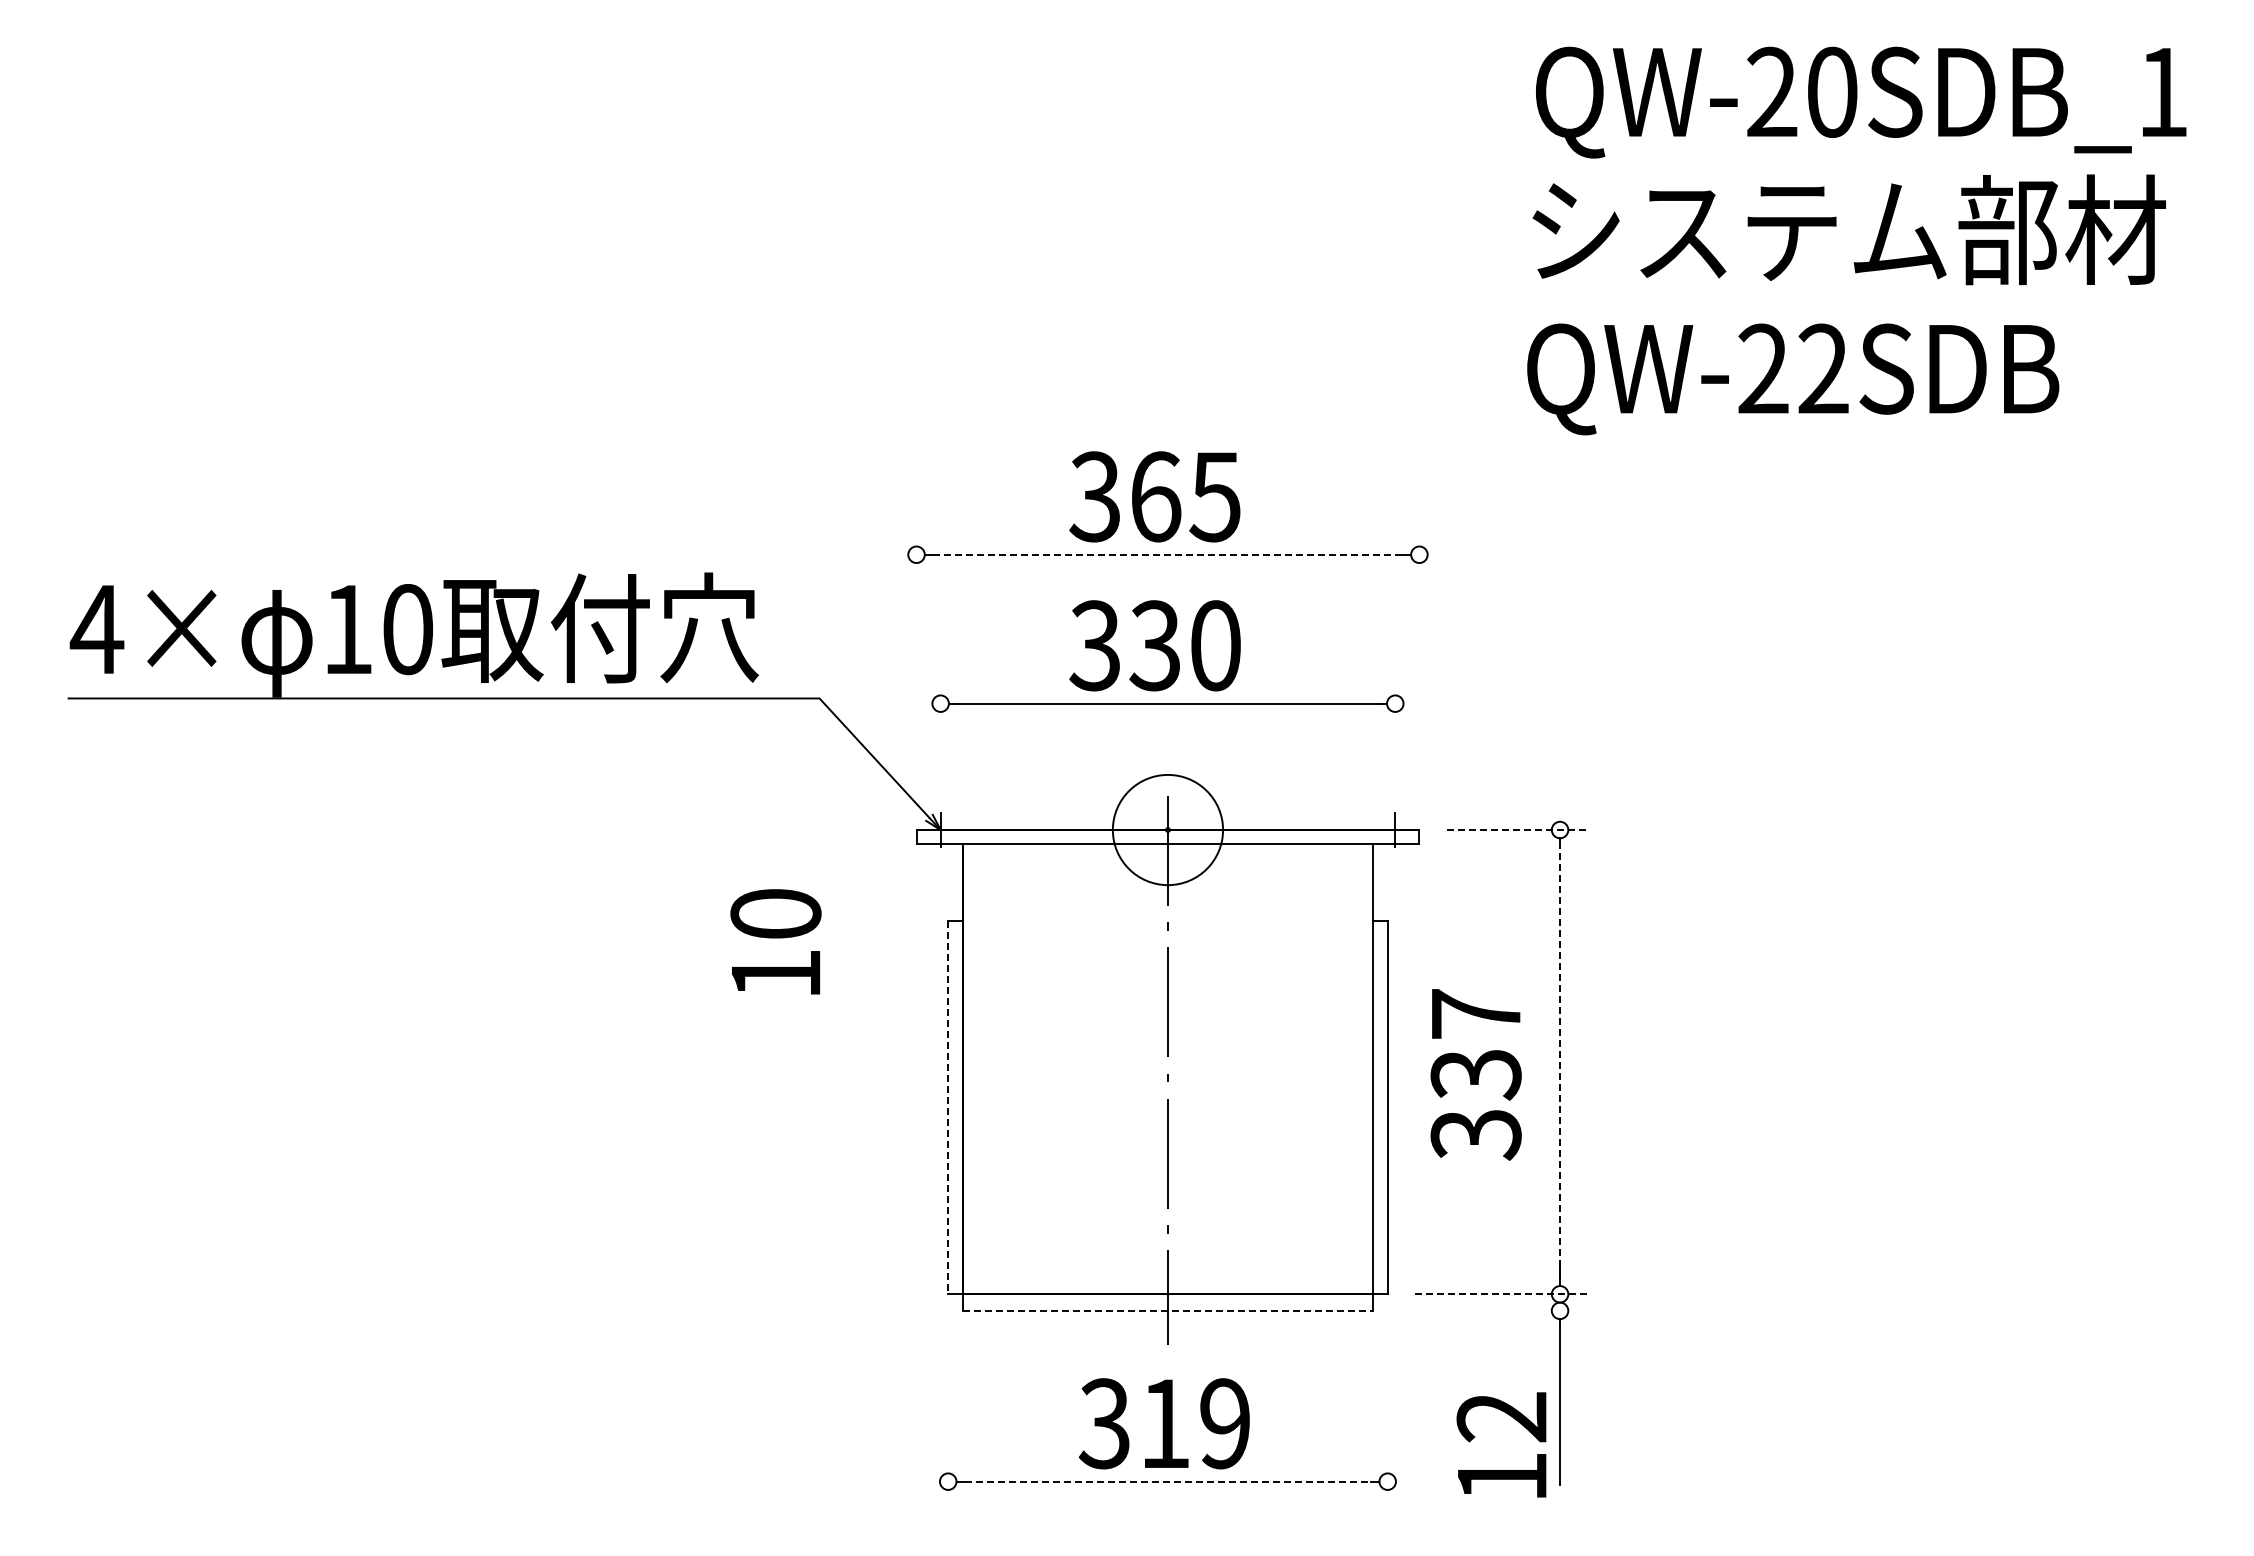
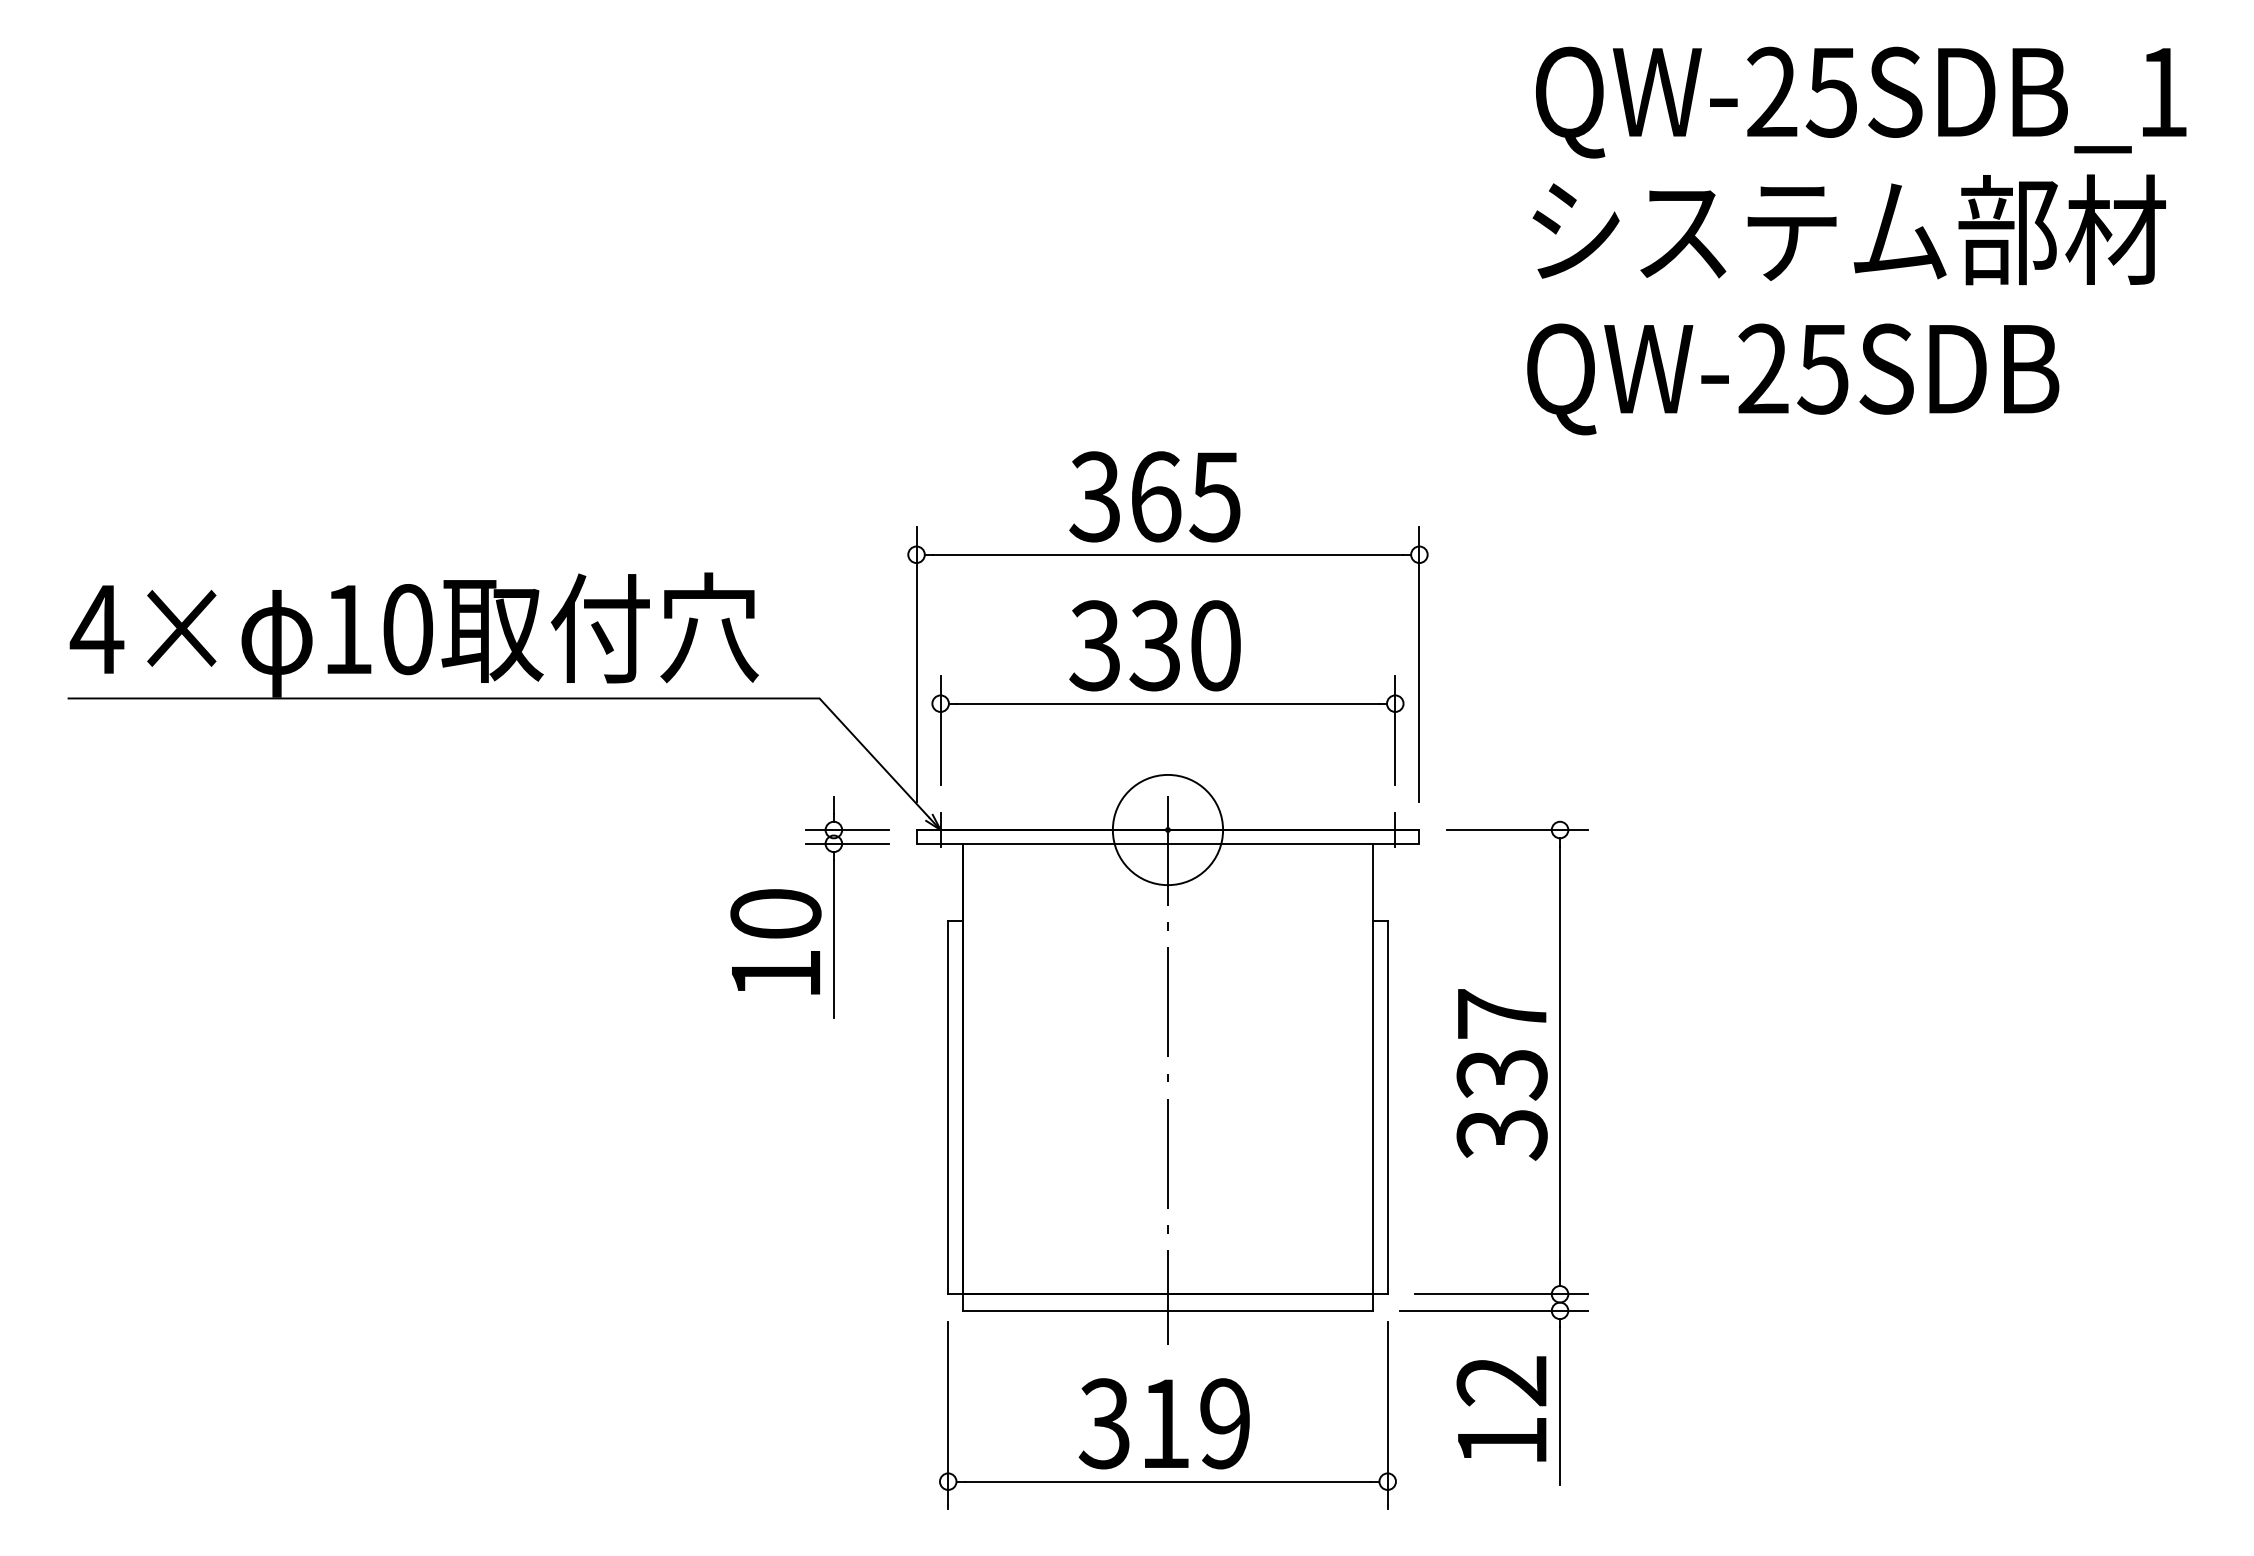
text at (1831, 91): QW-20SDB_1 -> QW-25SDB_1
text at (1822, 368): QW-22SDB -> QW-25SDB
line at (1167, 554): dashed -> solid
line at (916, 664): none -> present
line at (1419, 664): none -> present
line at (940, 730): none -> present
line at (1395, 730): none -> present
line at (1517, 830): dashed -> solid
part at (834, 907): none -> present
line at (1560, 1062): dashed -> solid
text at (1475, 1074) position: (1475, 1074) -> (1501, 1074)
line at (948, 1107): dashed -> solid
line at (1501, 1294): dashed -> solid
line at (1167, 1310): dashed -> solid
line at (1493, 1310): none -> present
line at (948, 1415): none -> present
line at (1387, 1415): none -> present
text at (1501, 1444) position: (1501, 1444) -> (1501, 1408)
line at (1168, 1481): dashed -> solid
